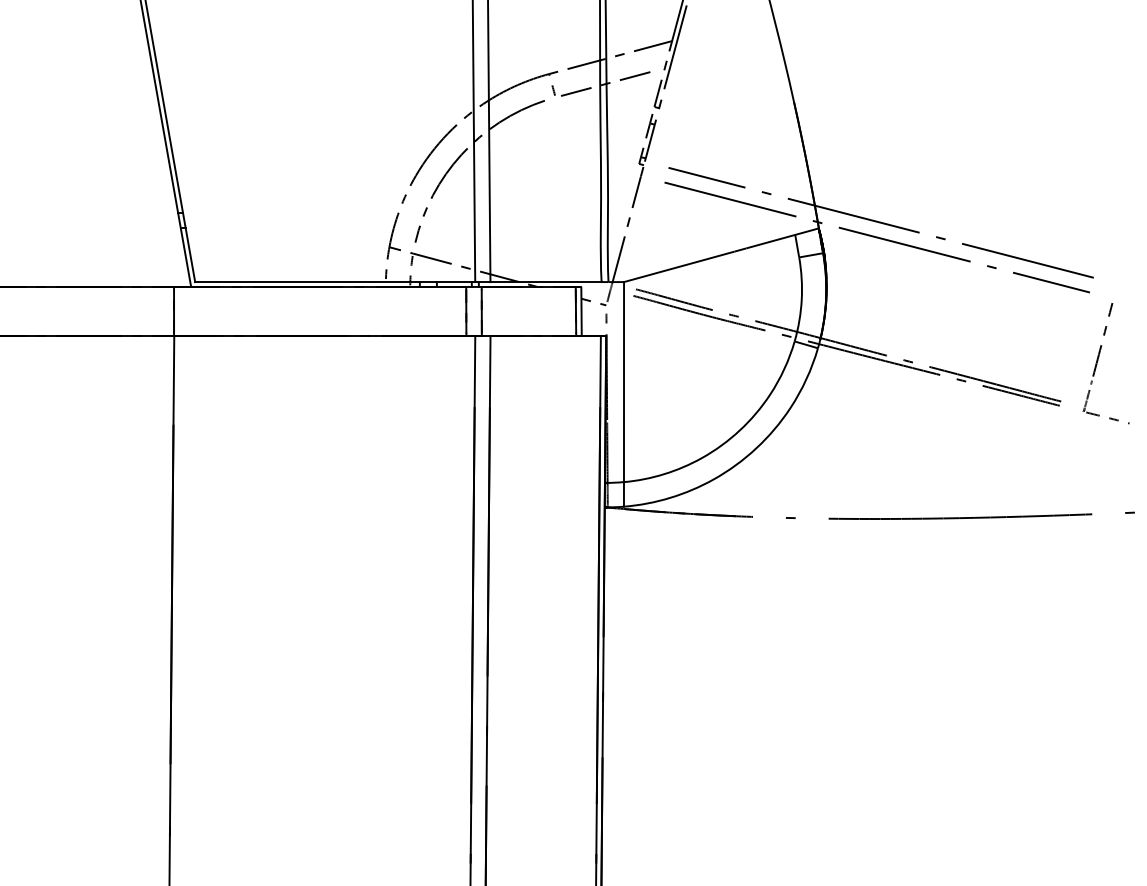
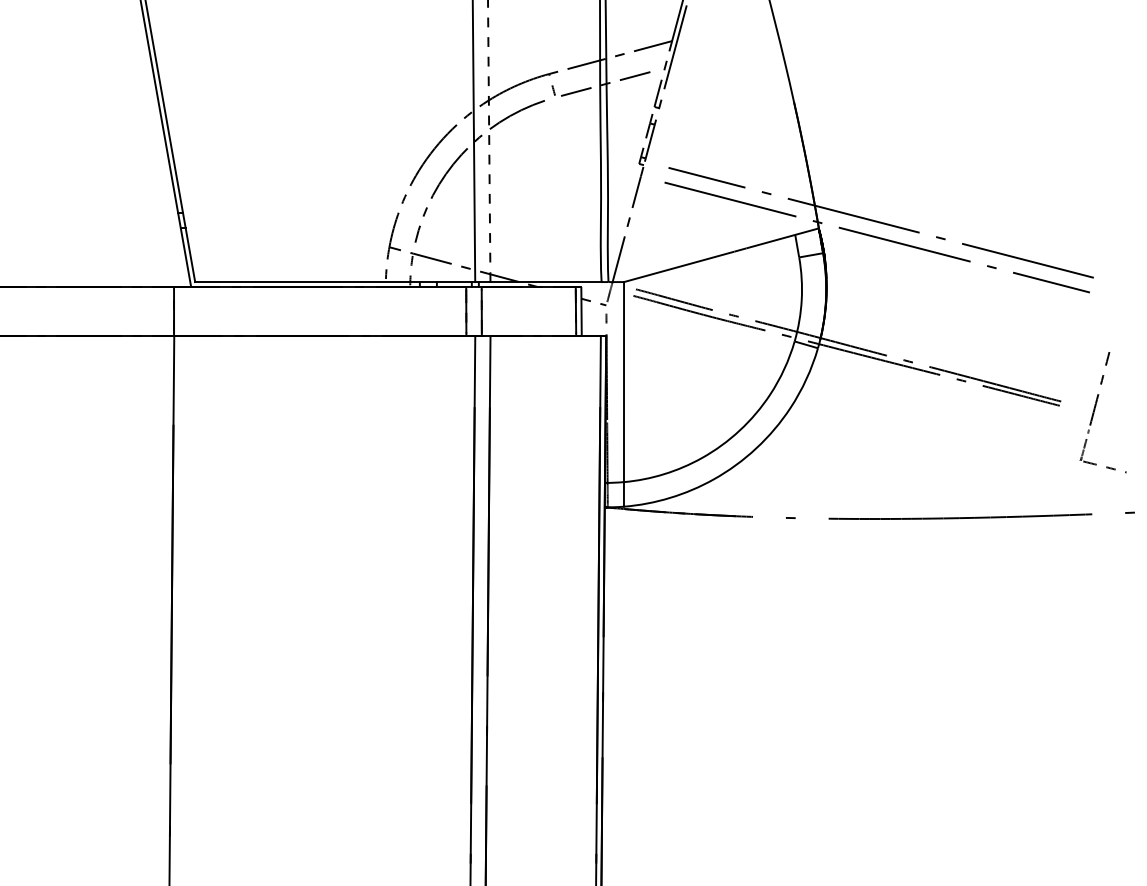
line at (489, 141): solid -> dashed
part at (1098, 361) position: (1098, 361) -> (1095, 410)
